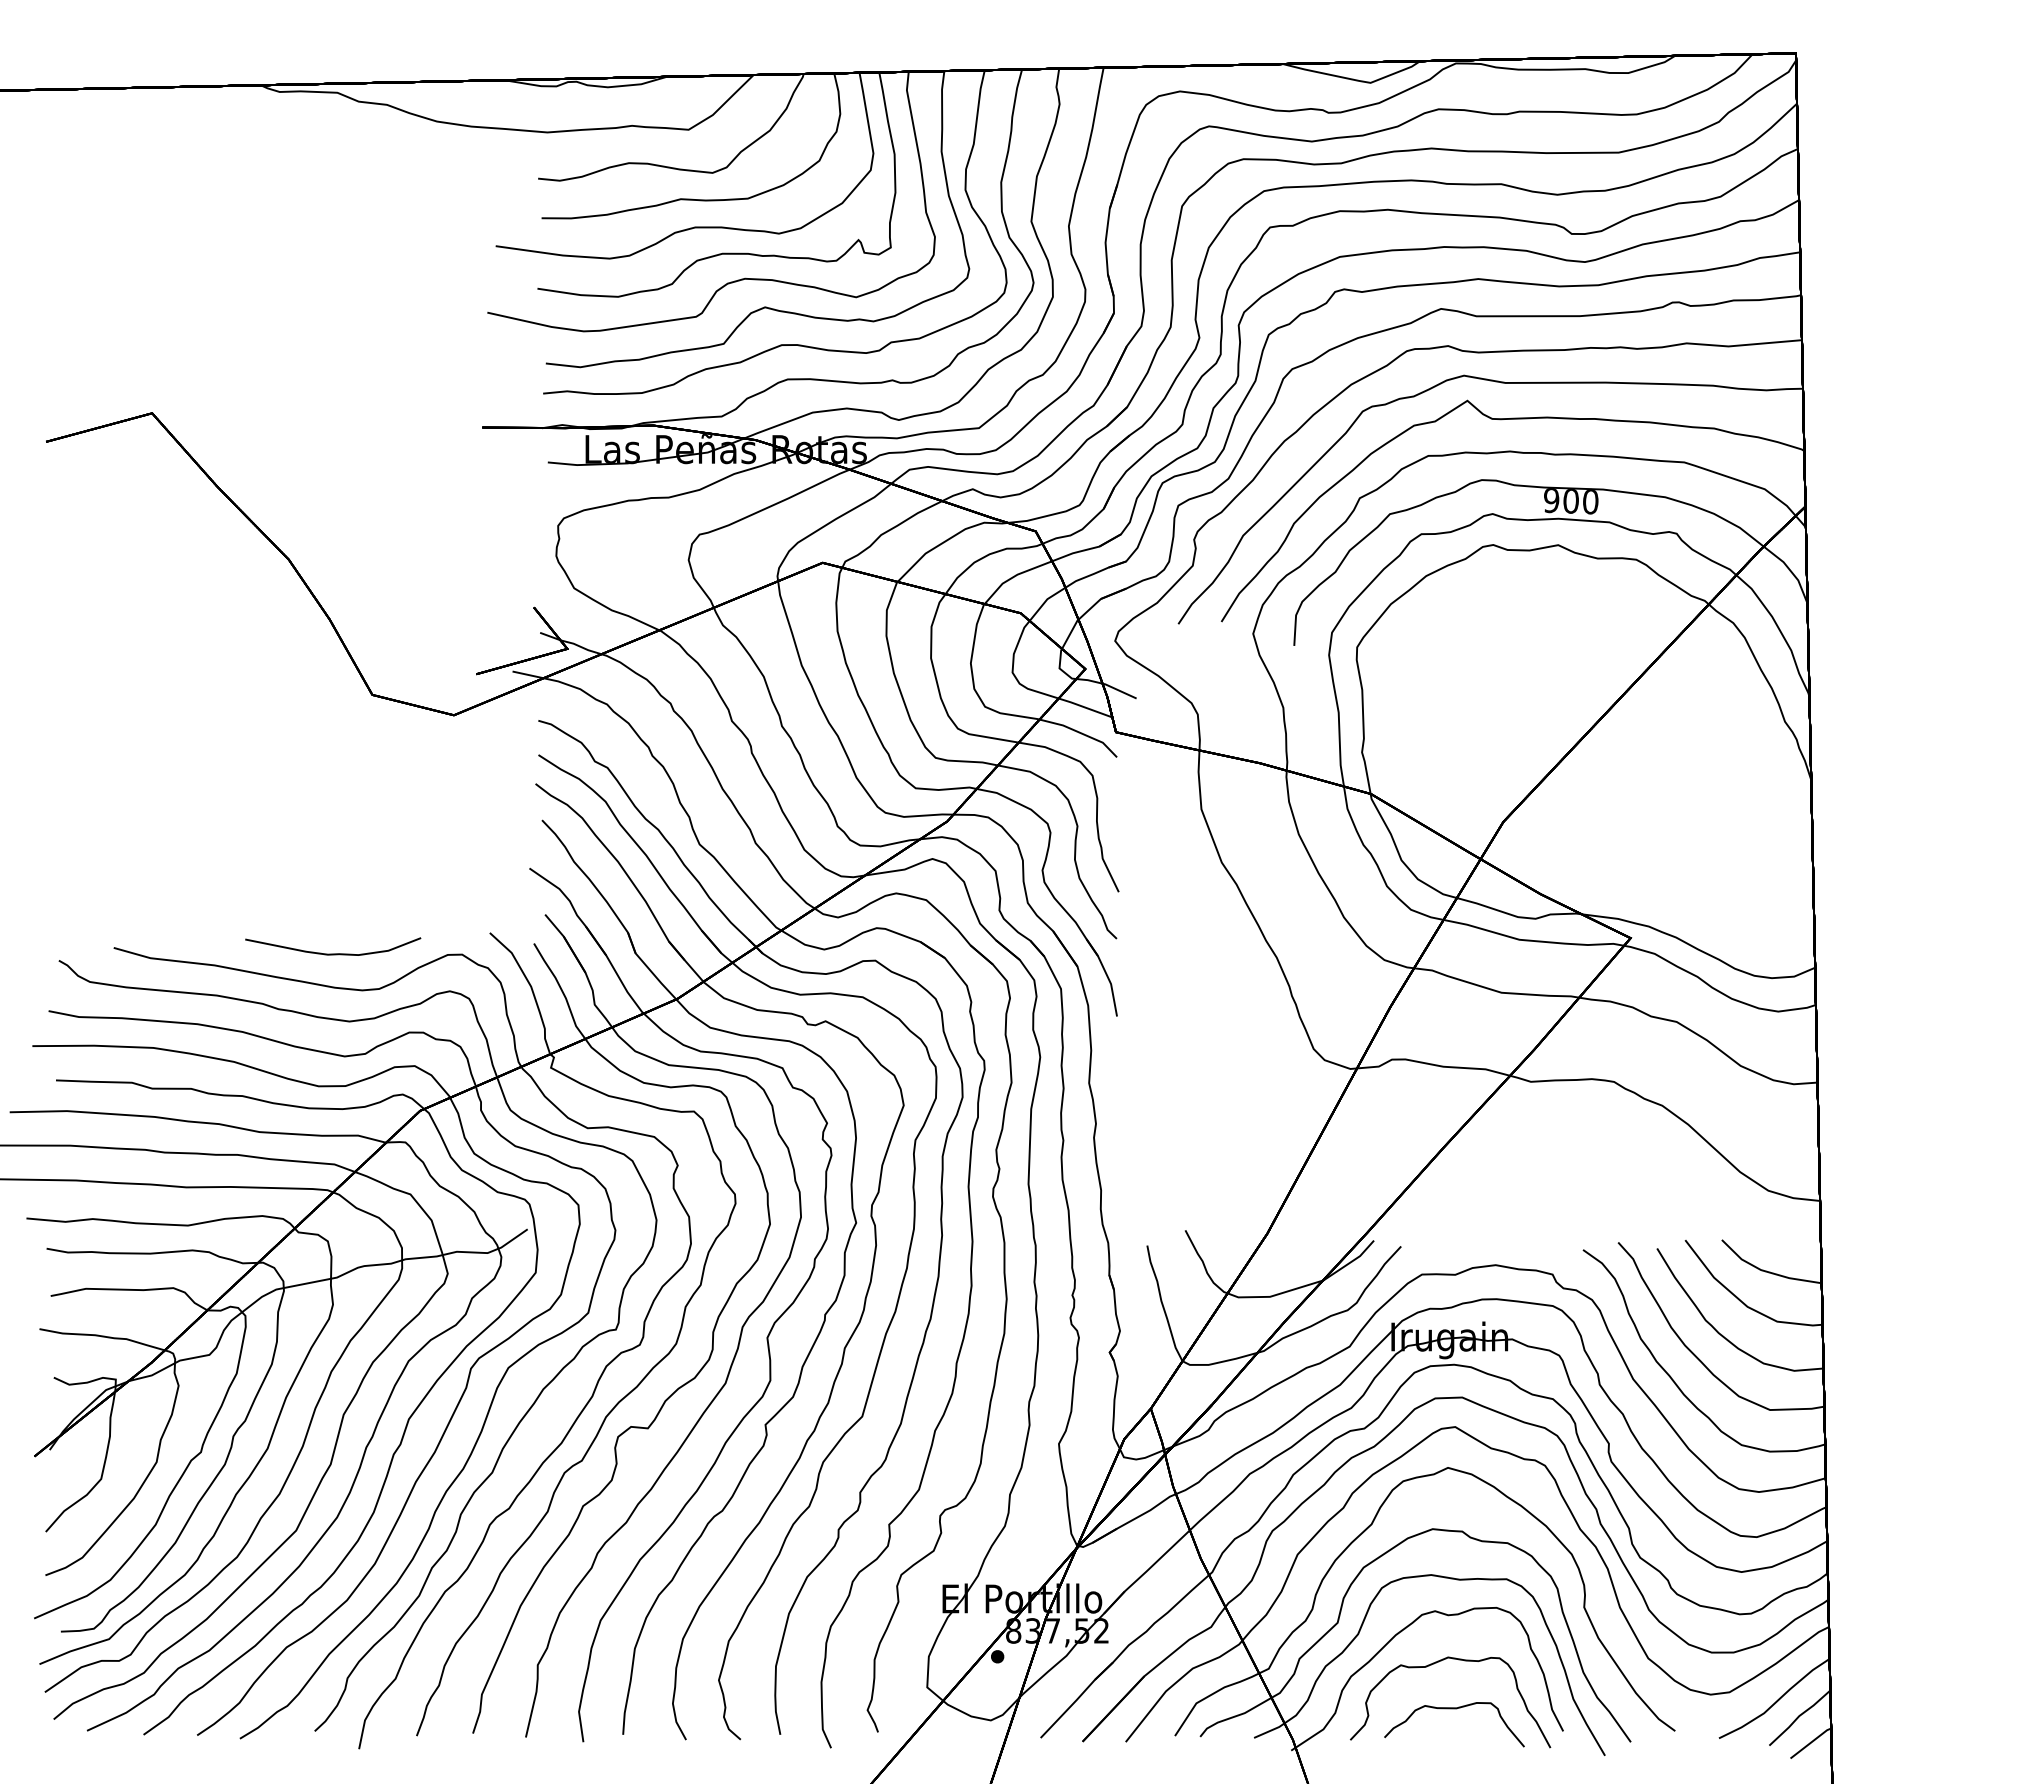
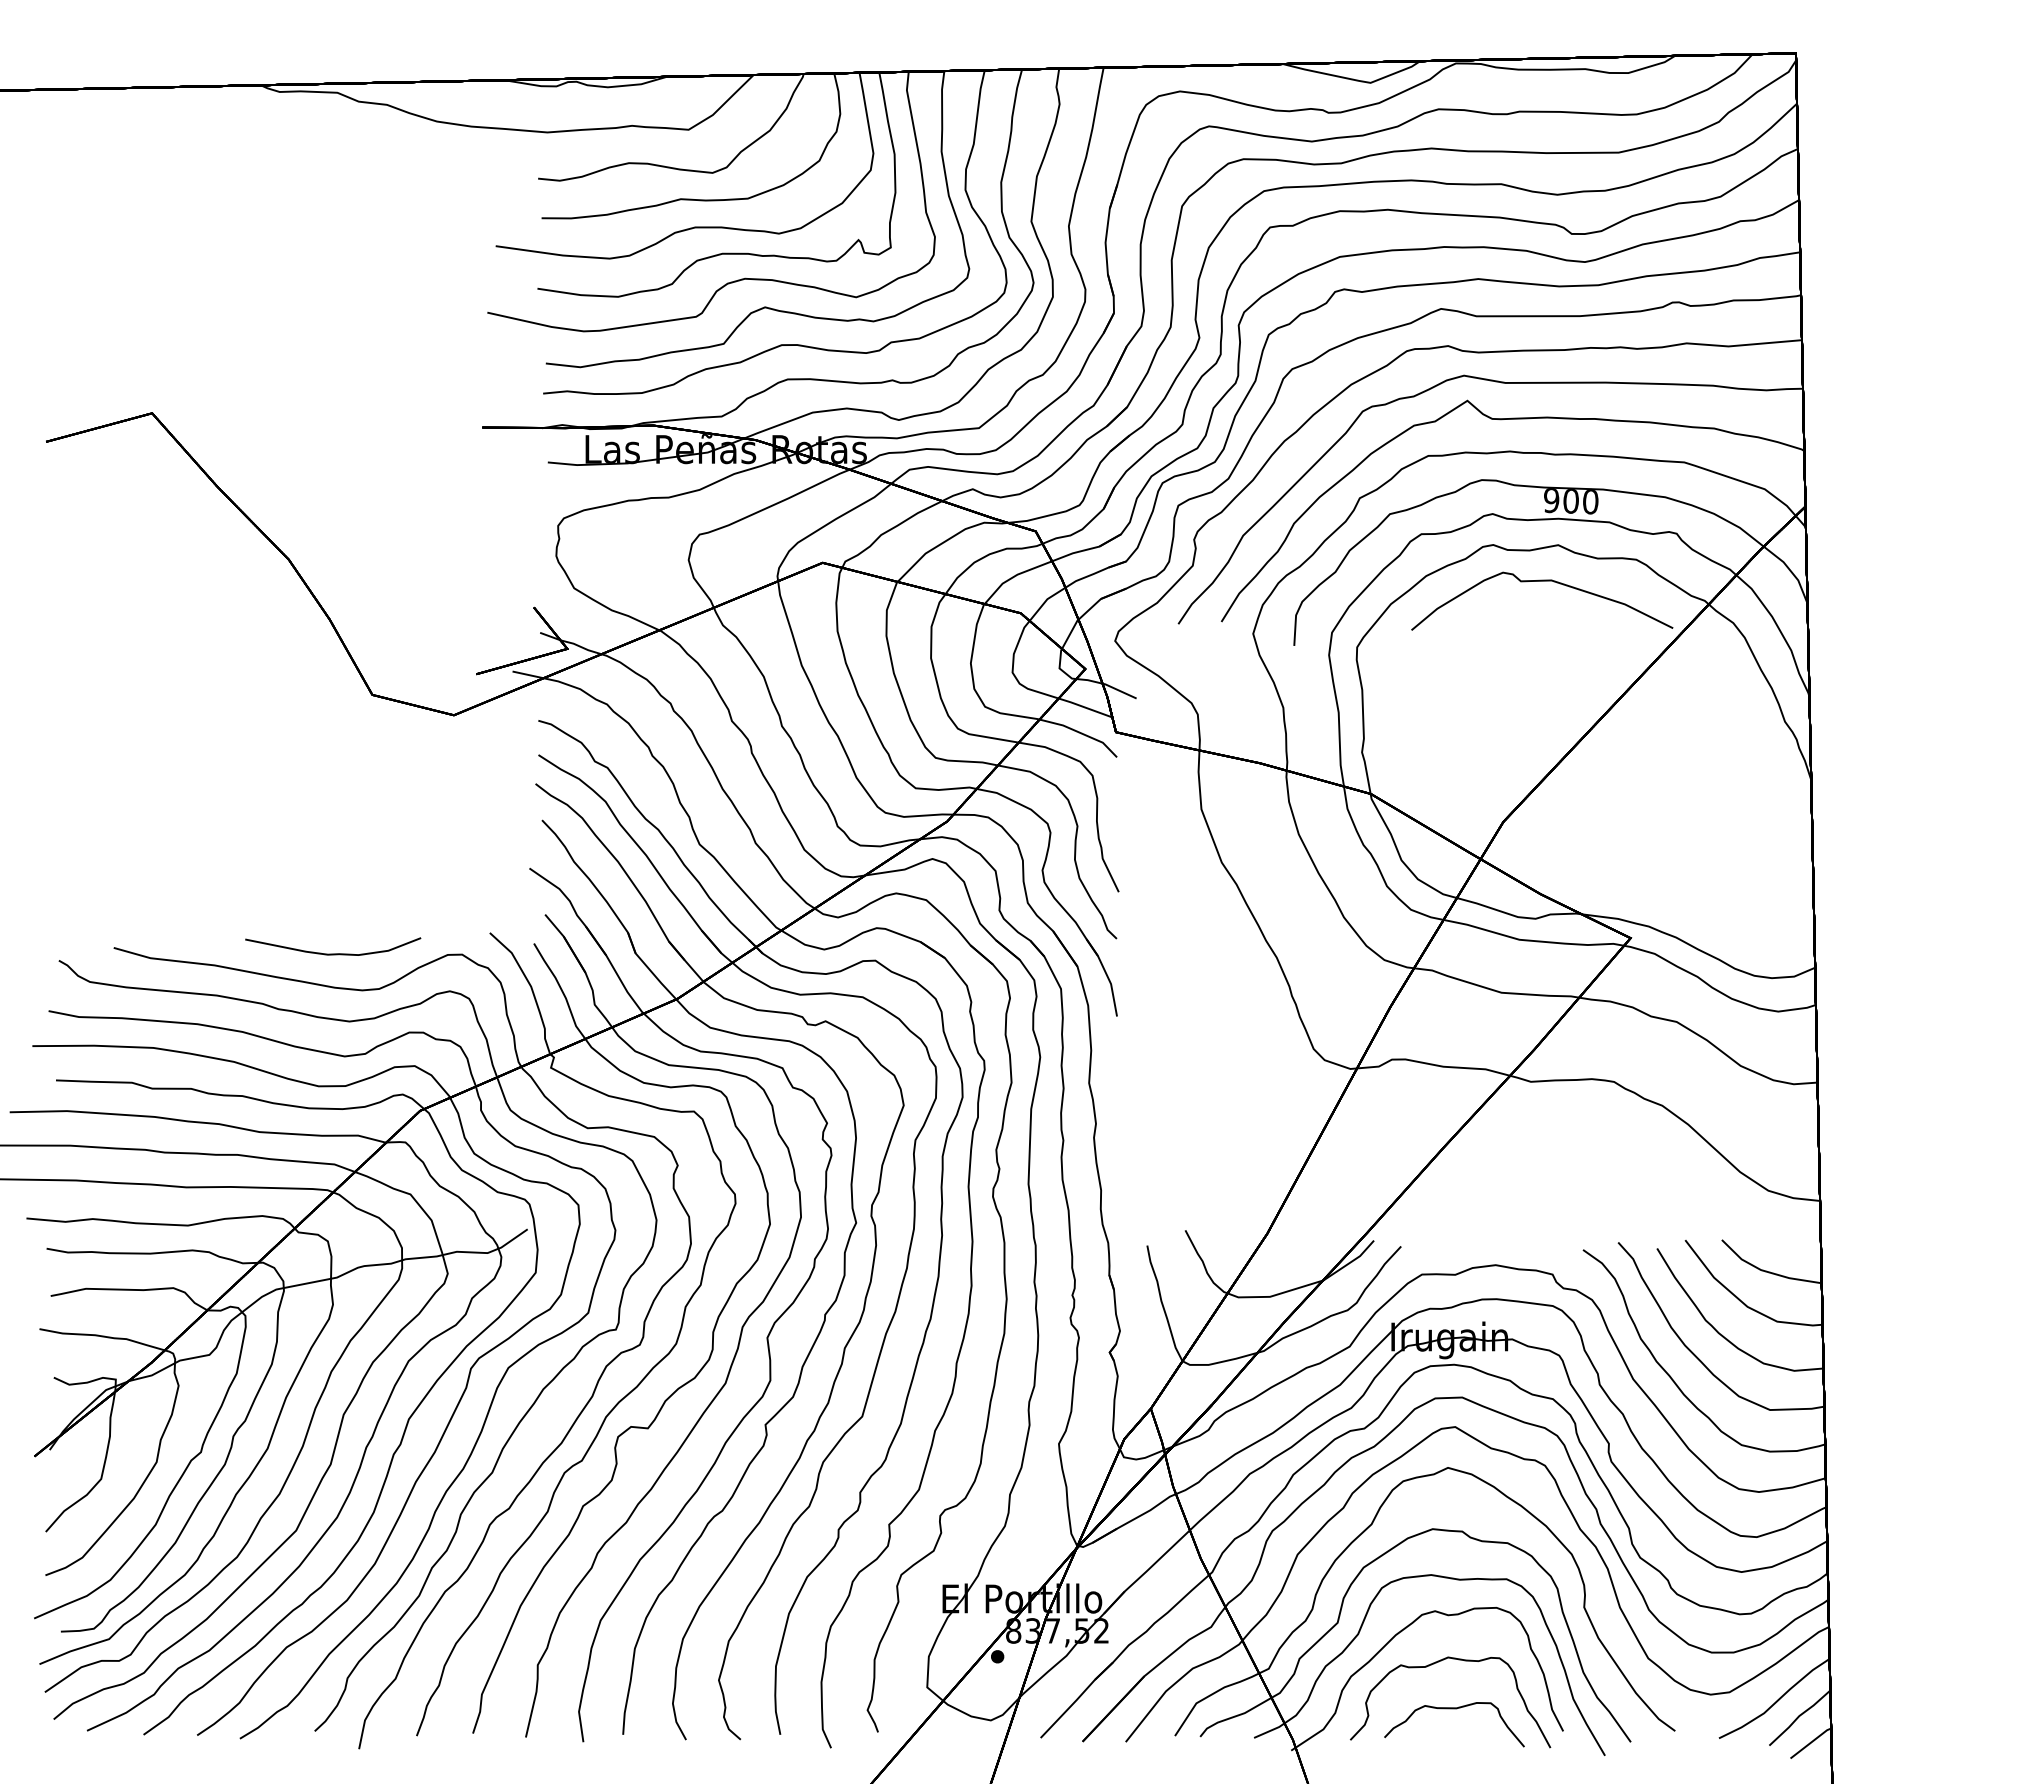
curve at (1542, 581): none -> present
